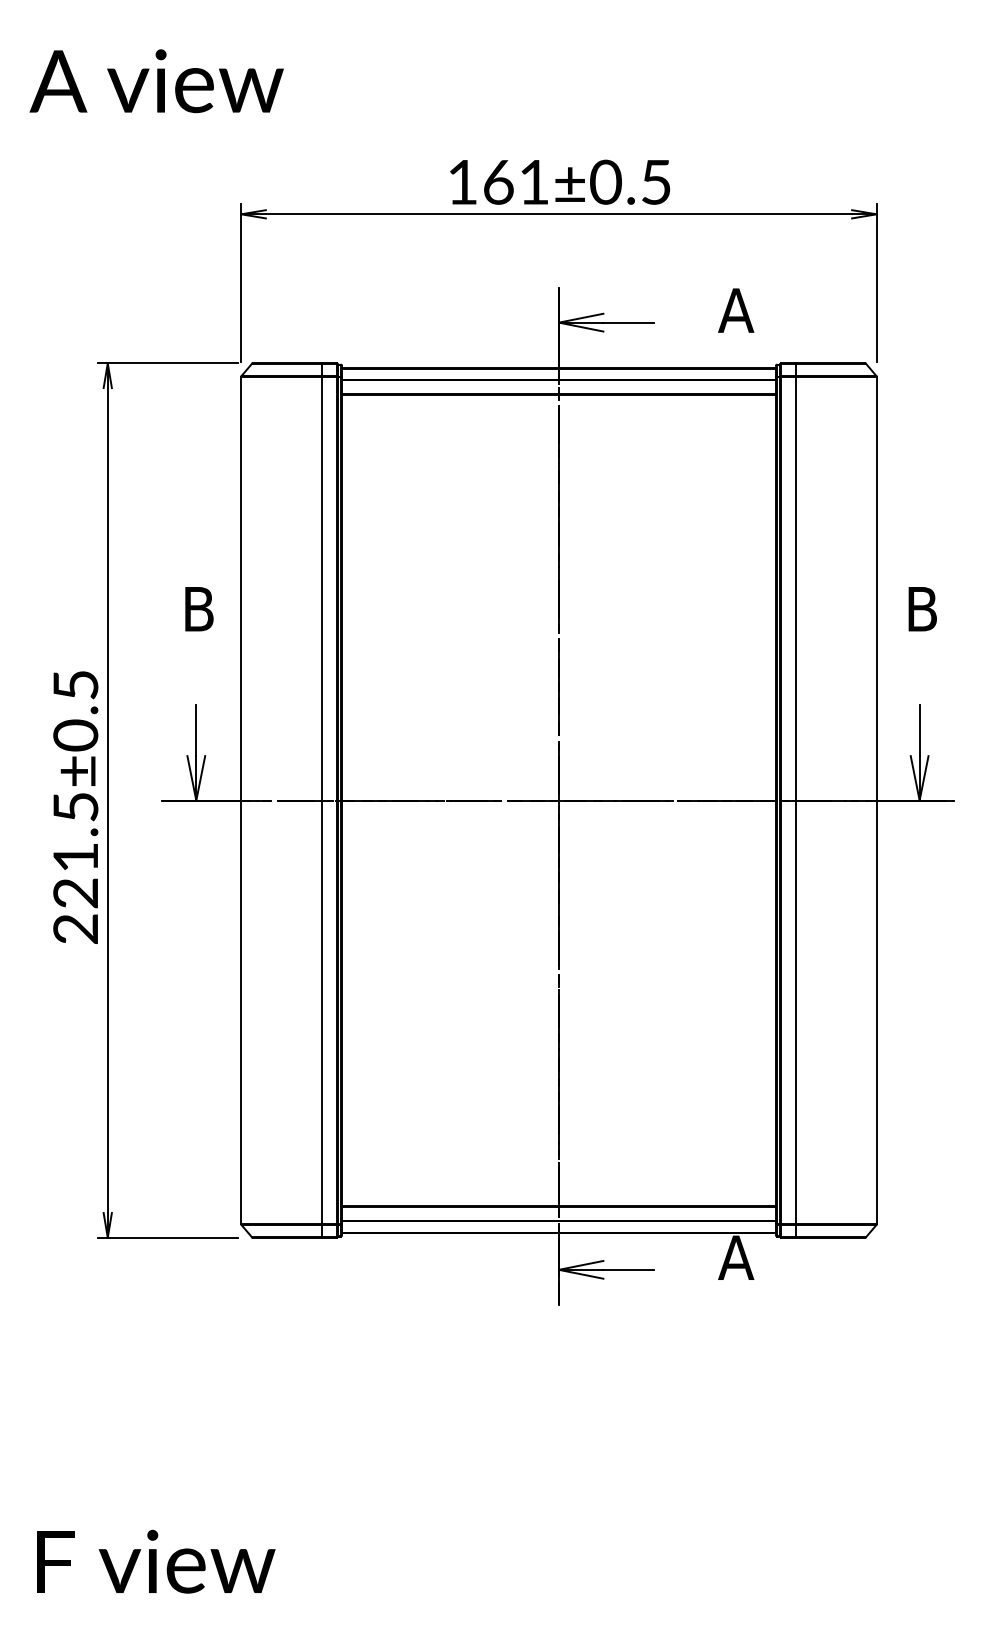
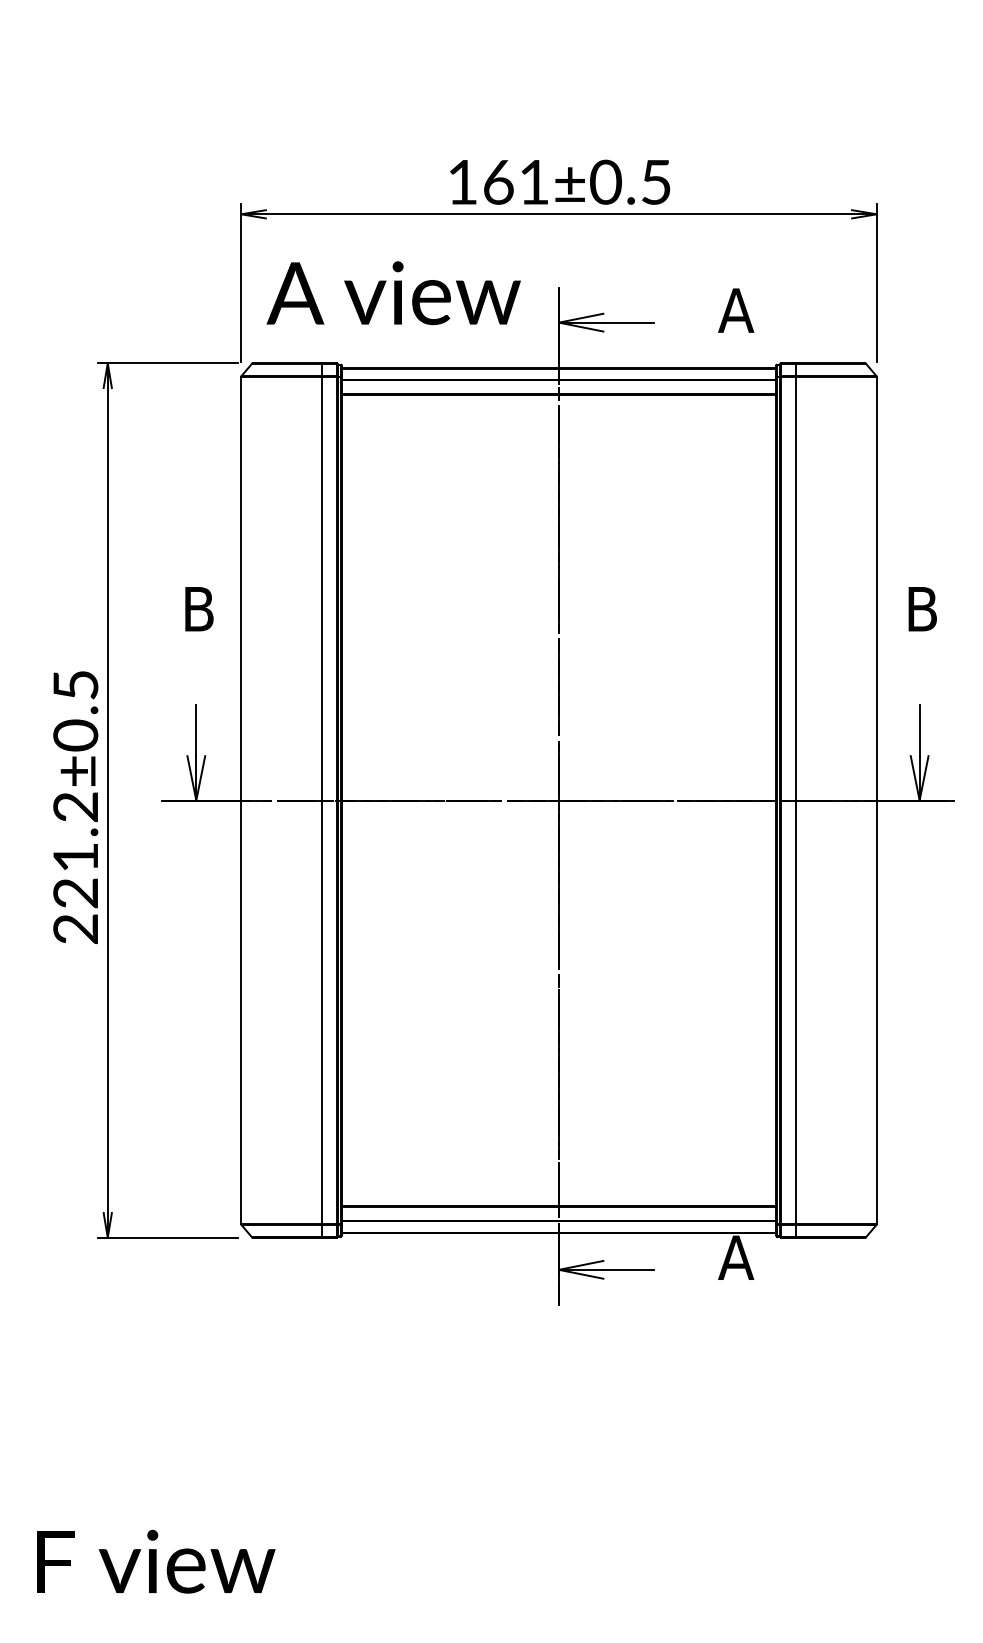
text at (156, 81) position: (156, 81) -> (393, 293)
text at (75, 807): 221.5±0.5 -> 221.2±0.5
